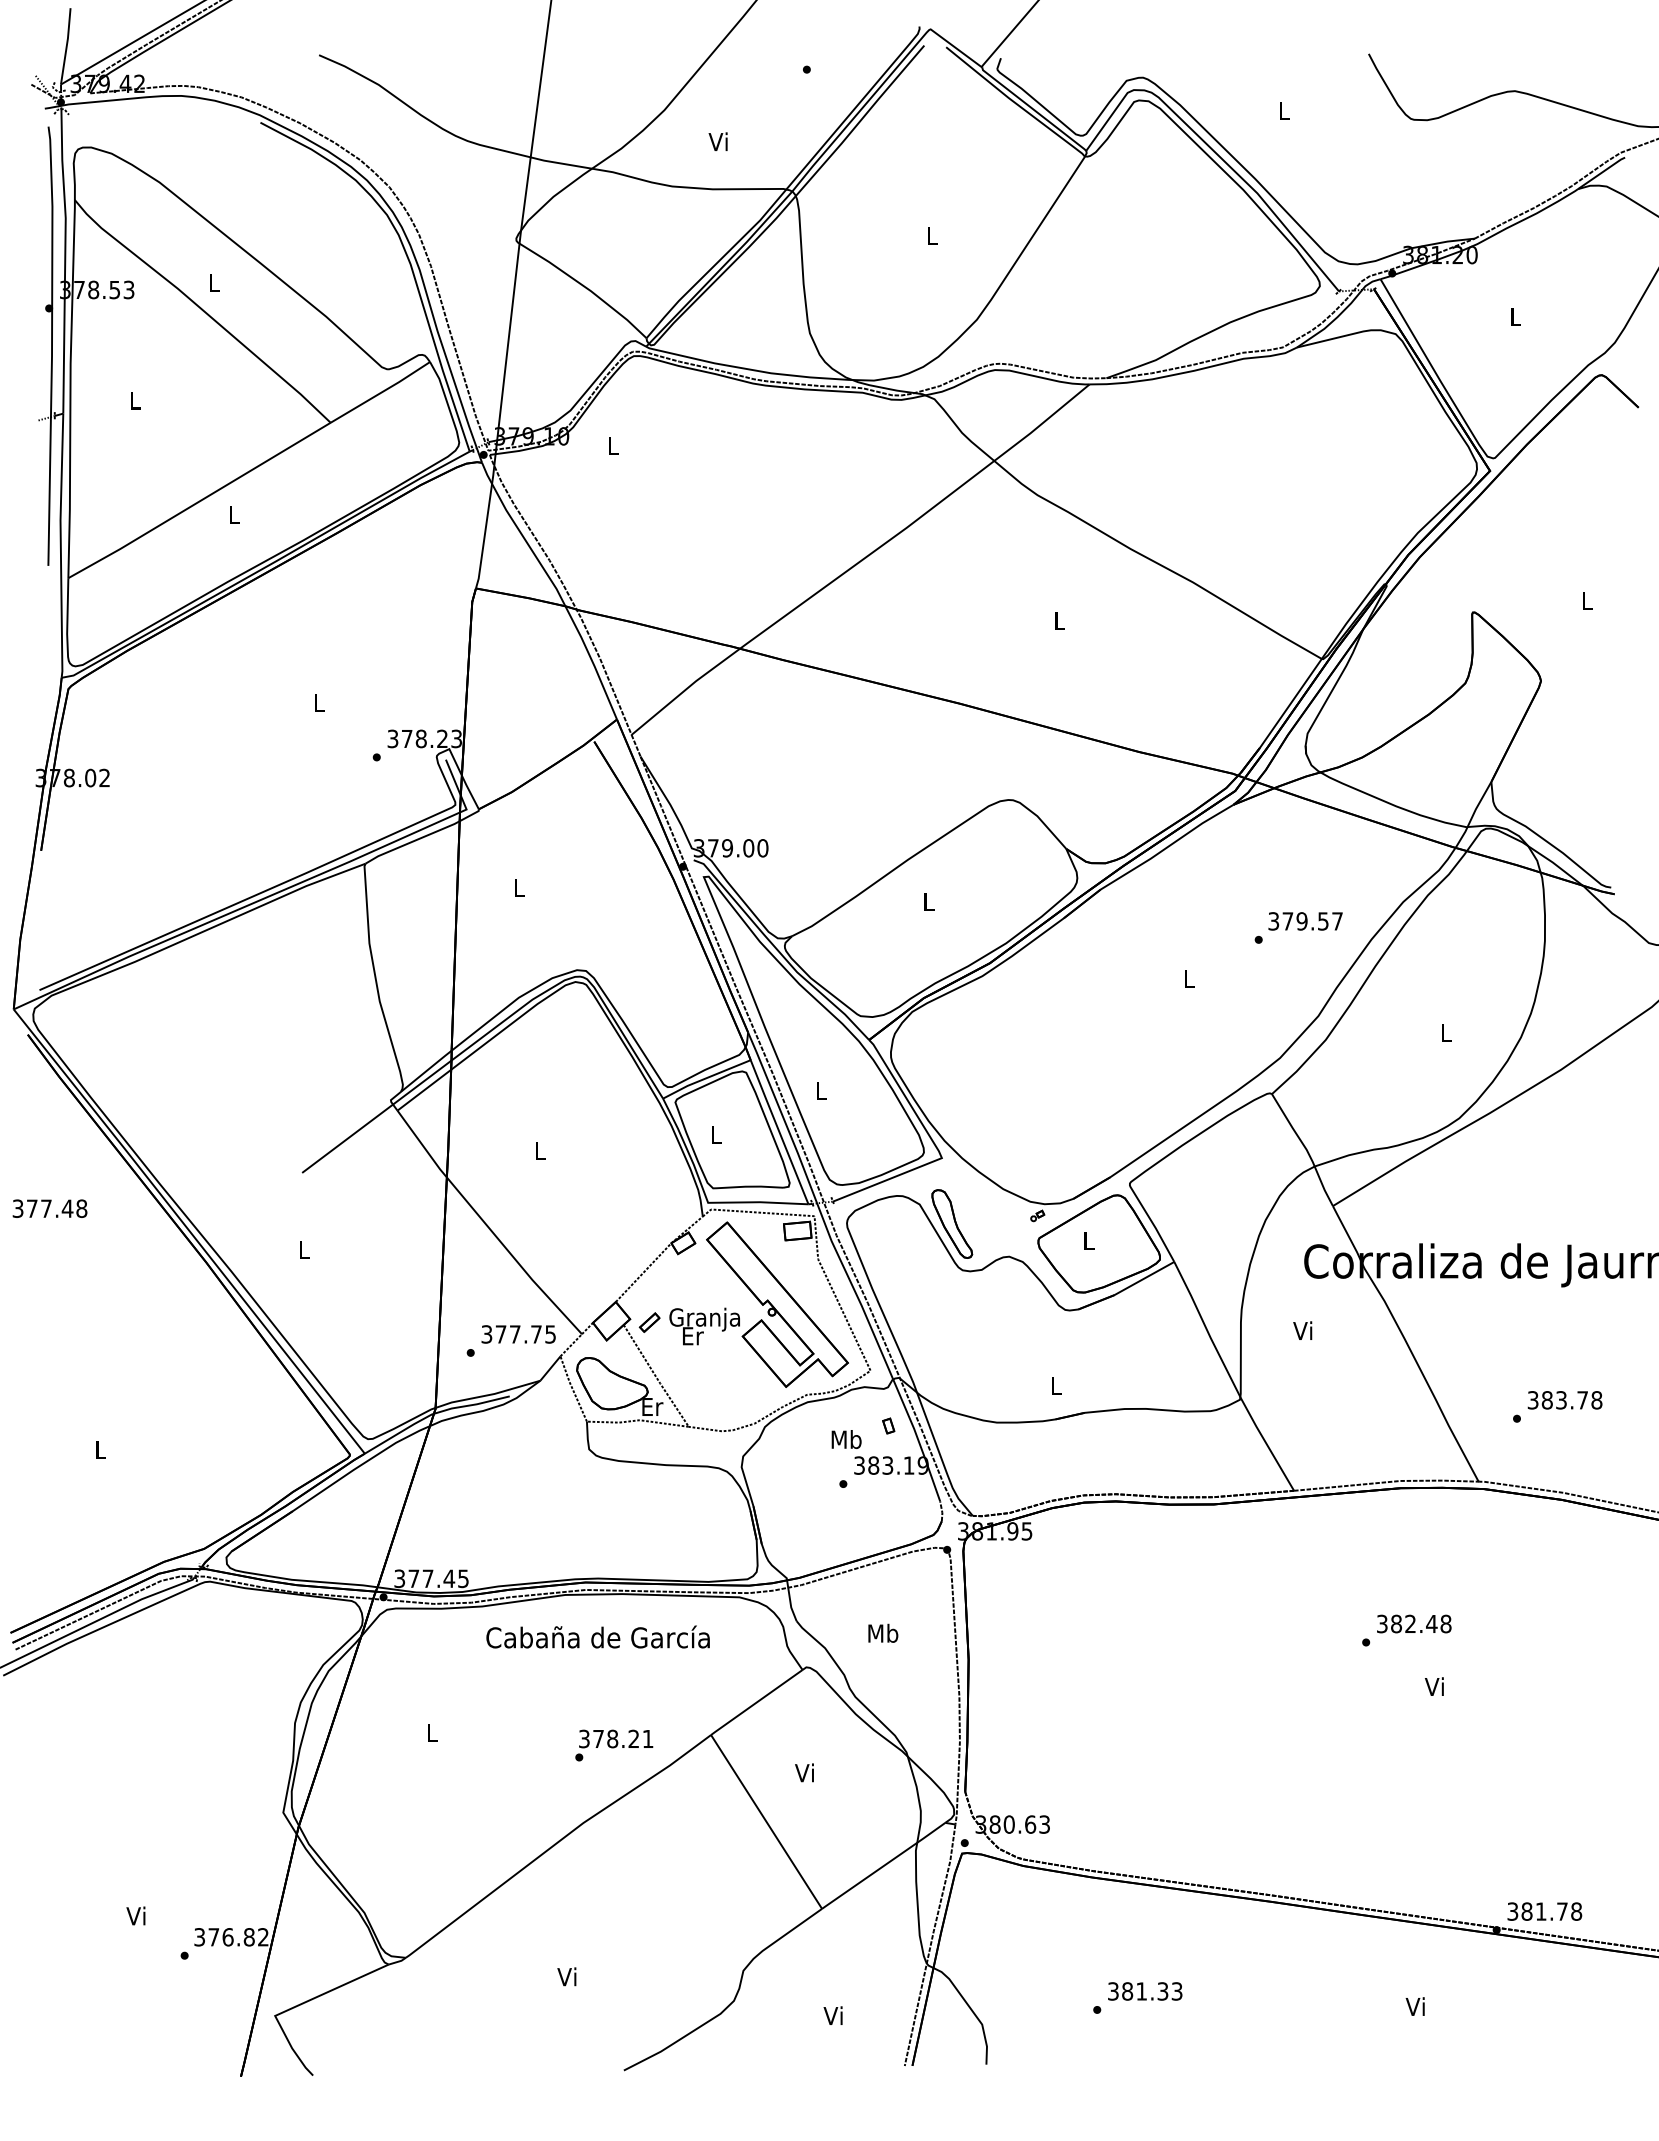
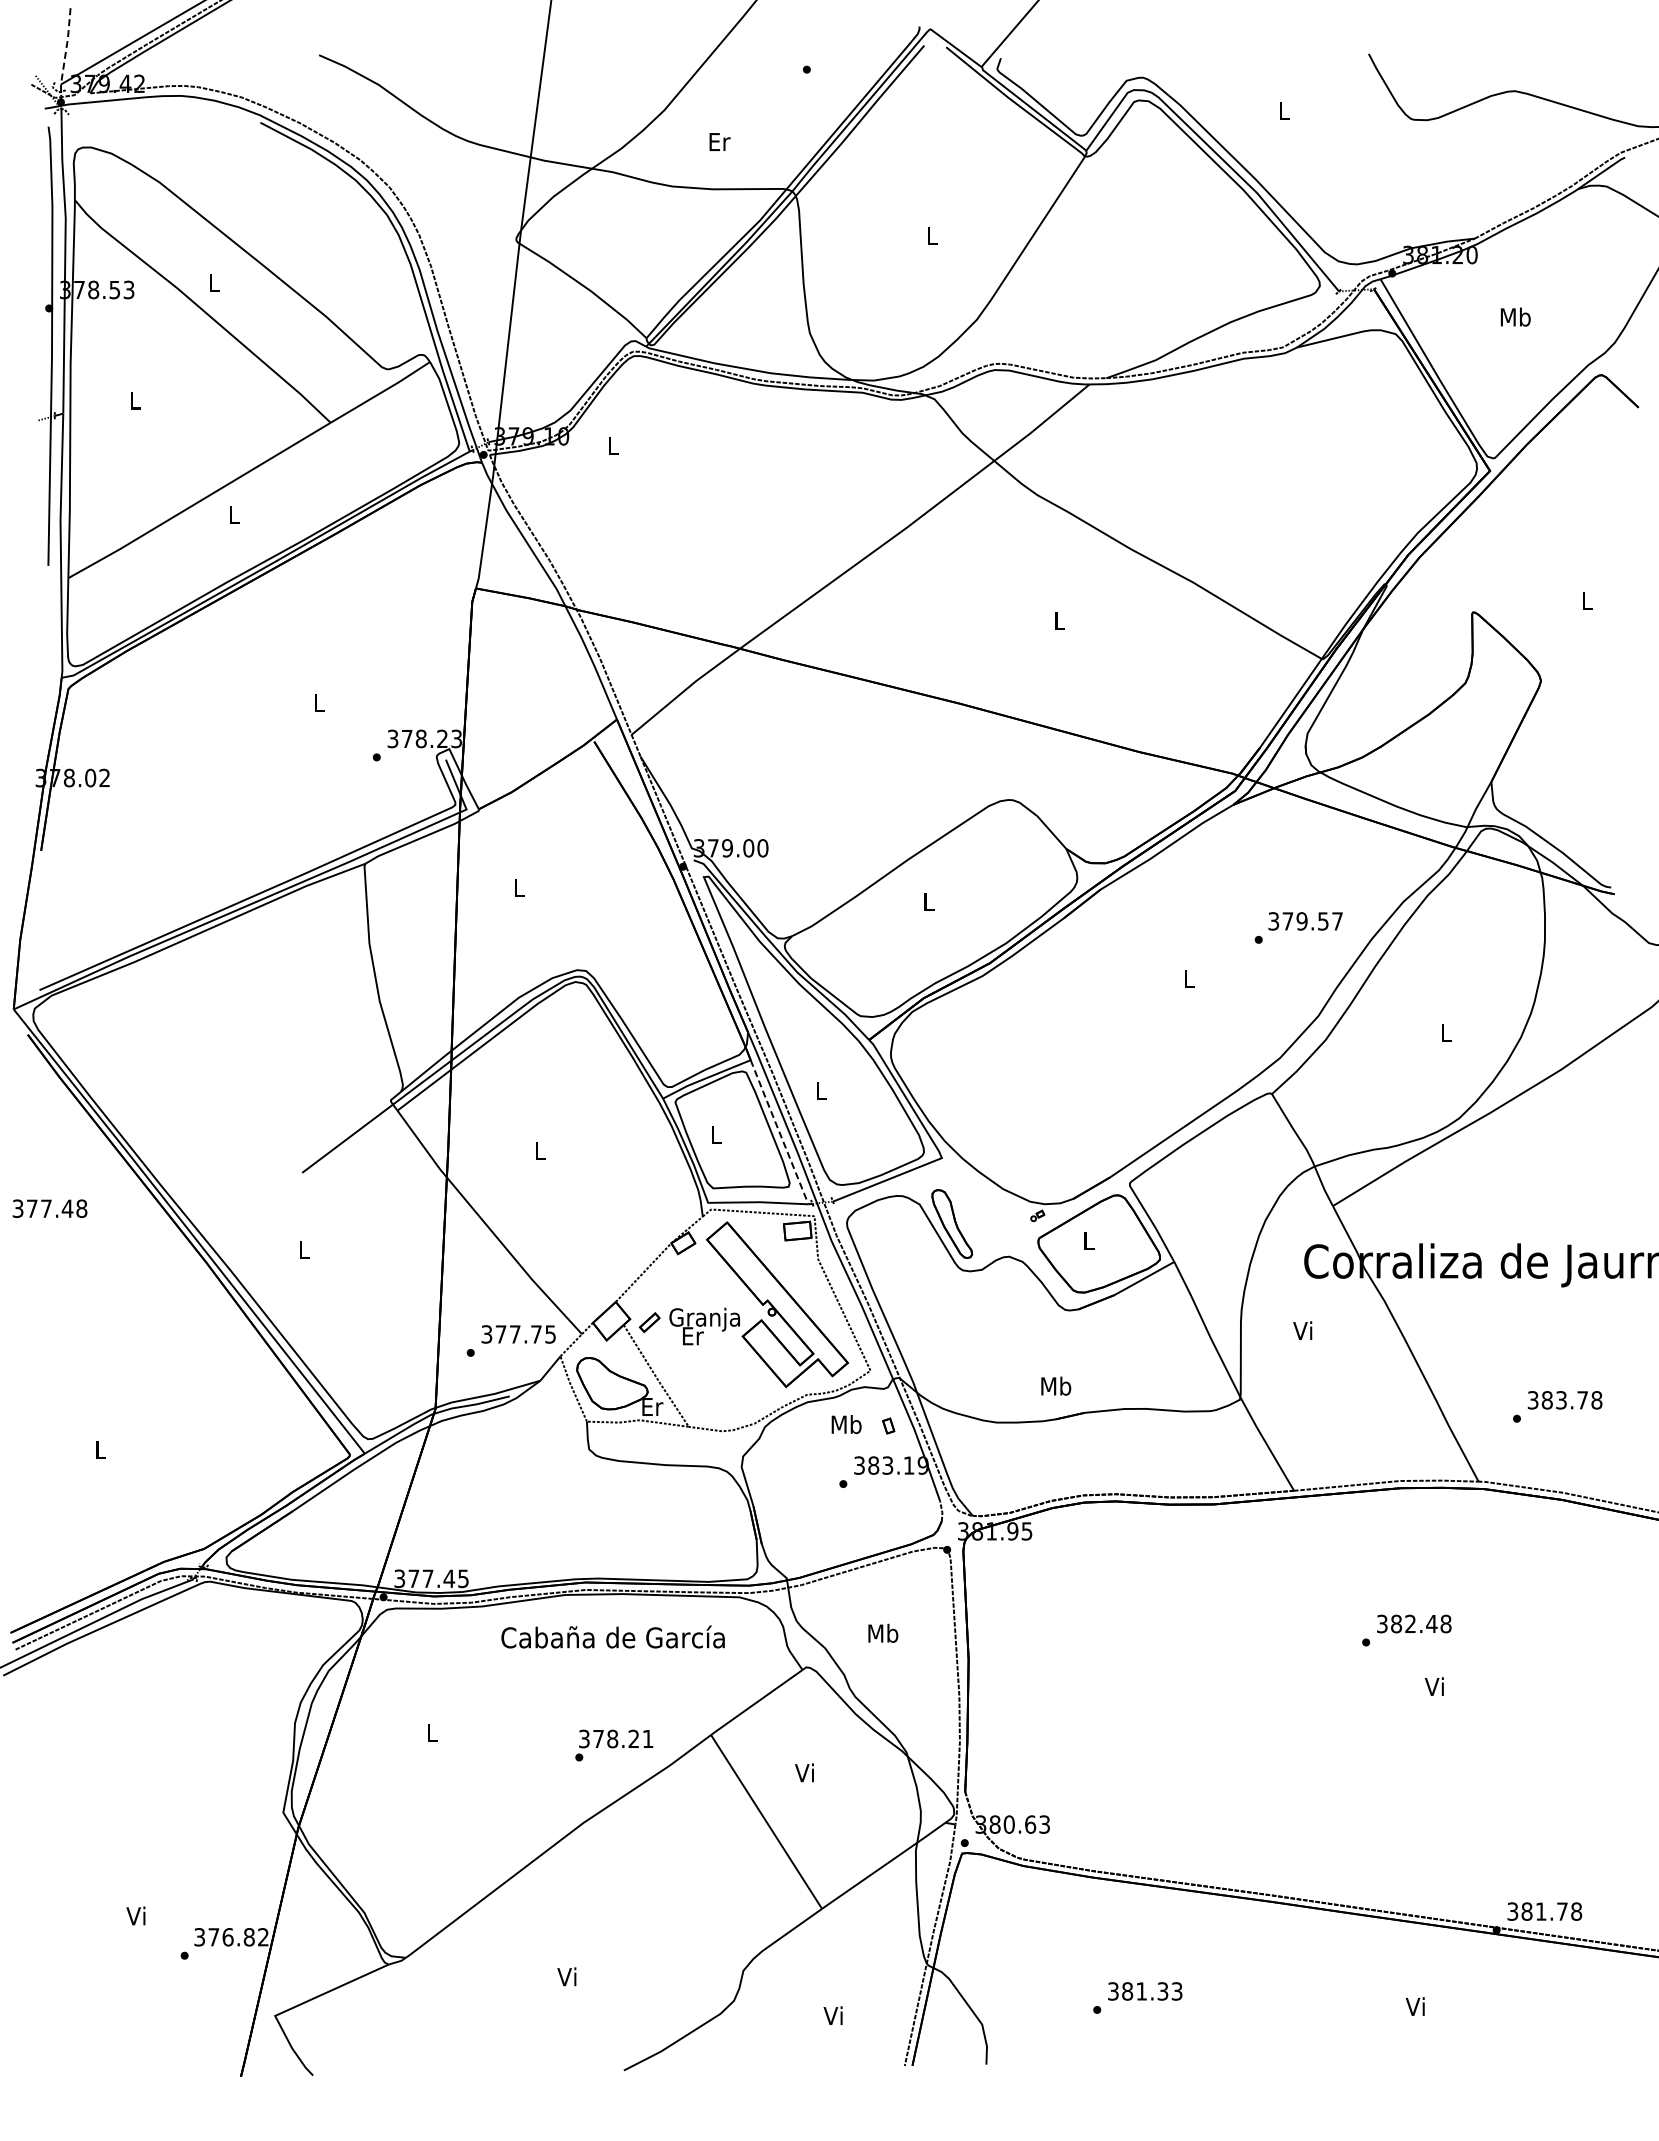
line at (66, 46): solid -> dashed
text at (719, 141): Vi -> Er
text at (1515, 316): L -> Mb
line at (779, 1132): solid -> dashed
text at (1056, 1385): L -> Mb
text at (846, 1439) position: (846, 1439) -> (846, 1424)
text at (597, 1636) position: (597, 1636) -> (612, 1636)
